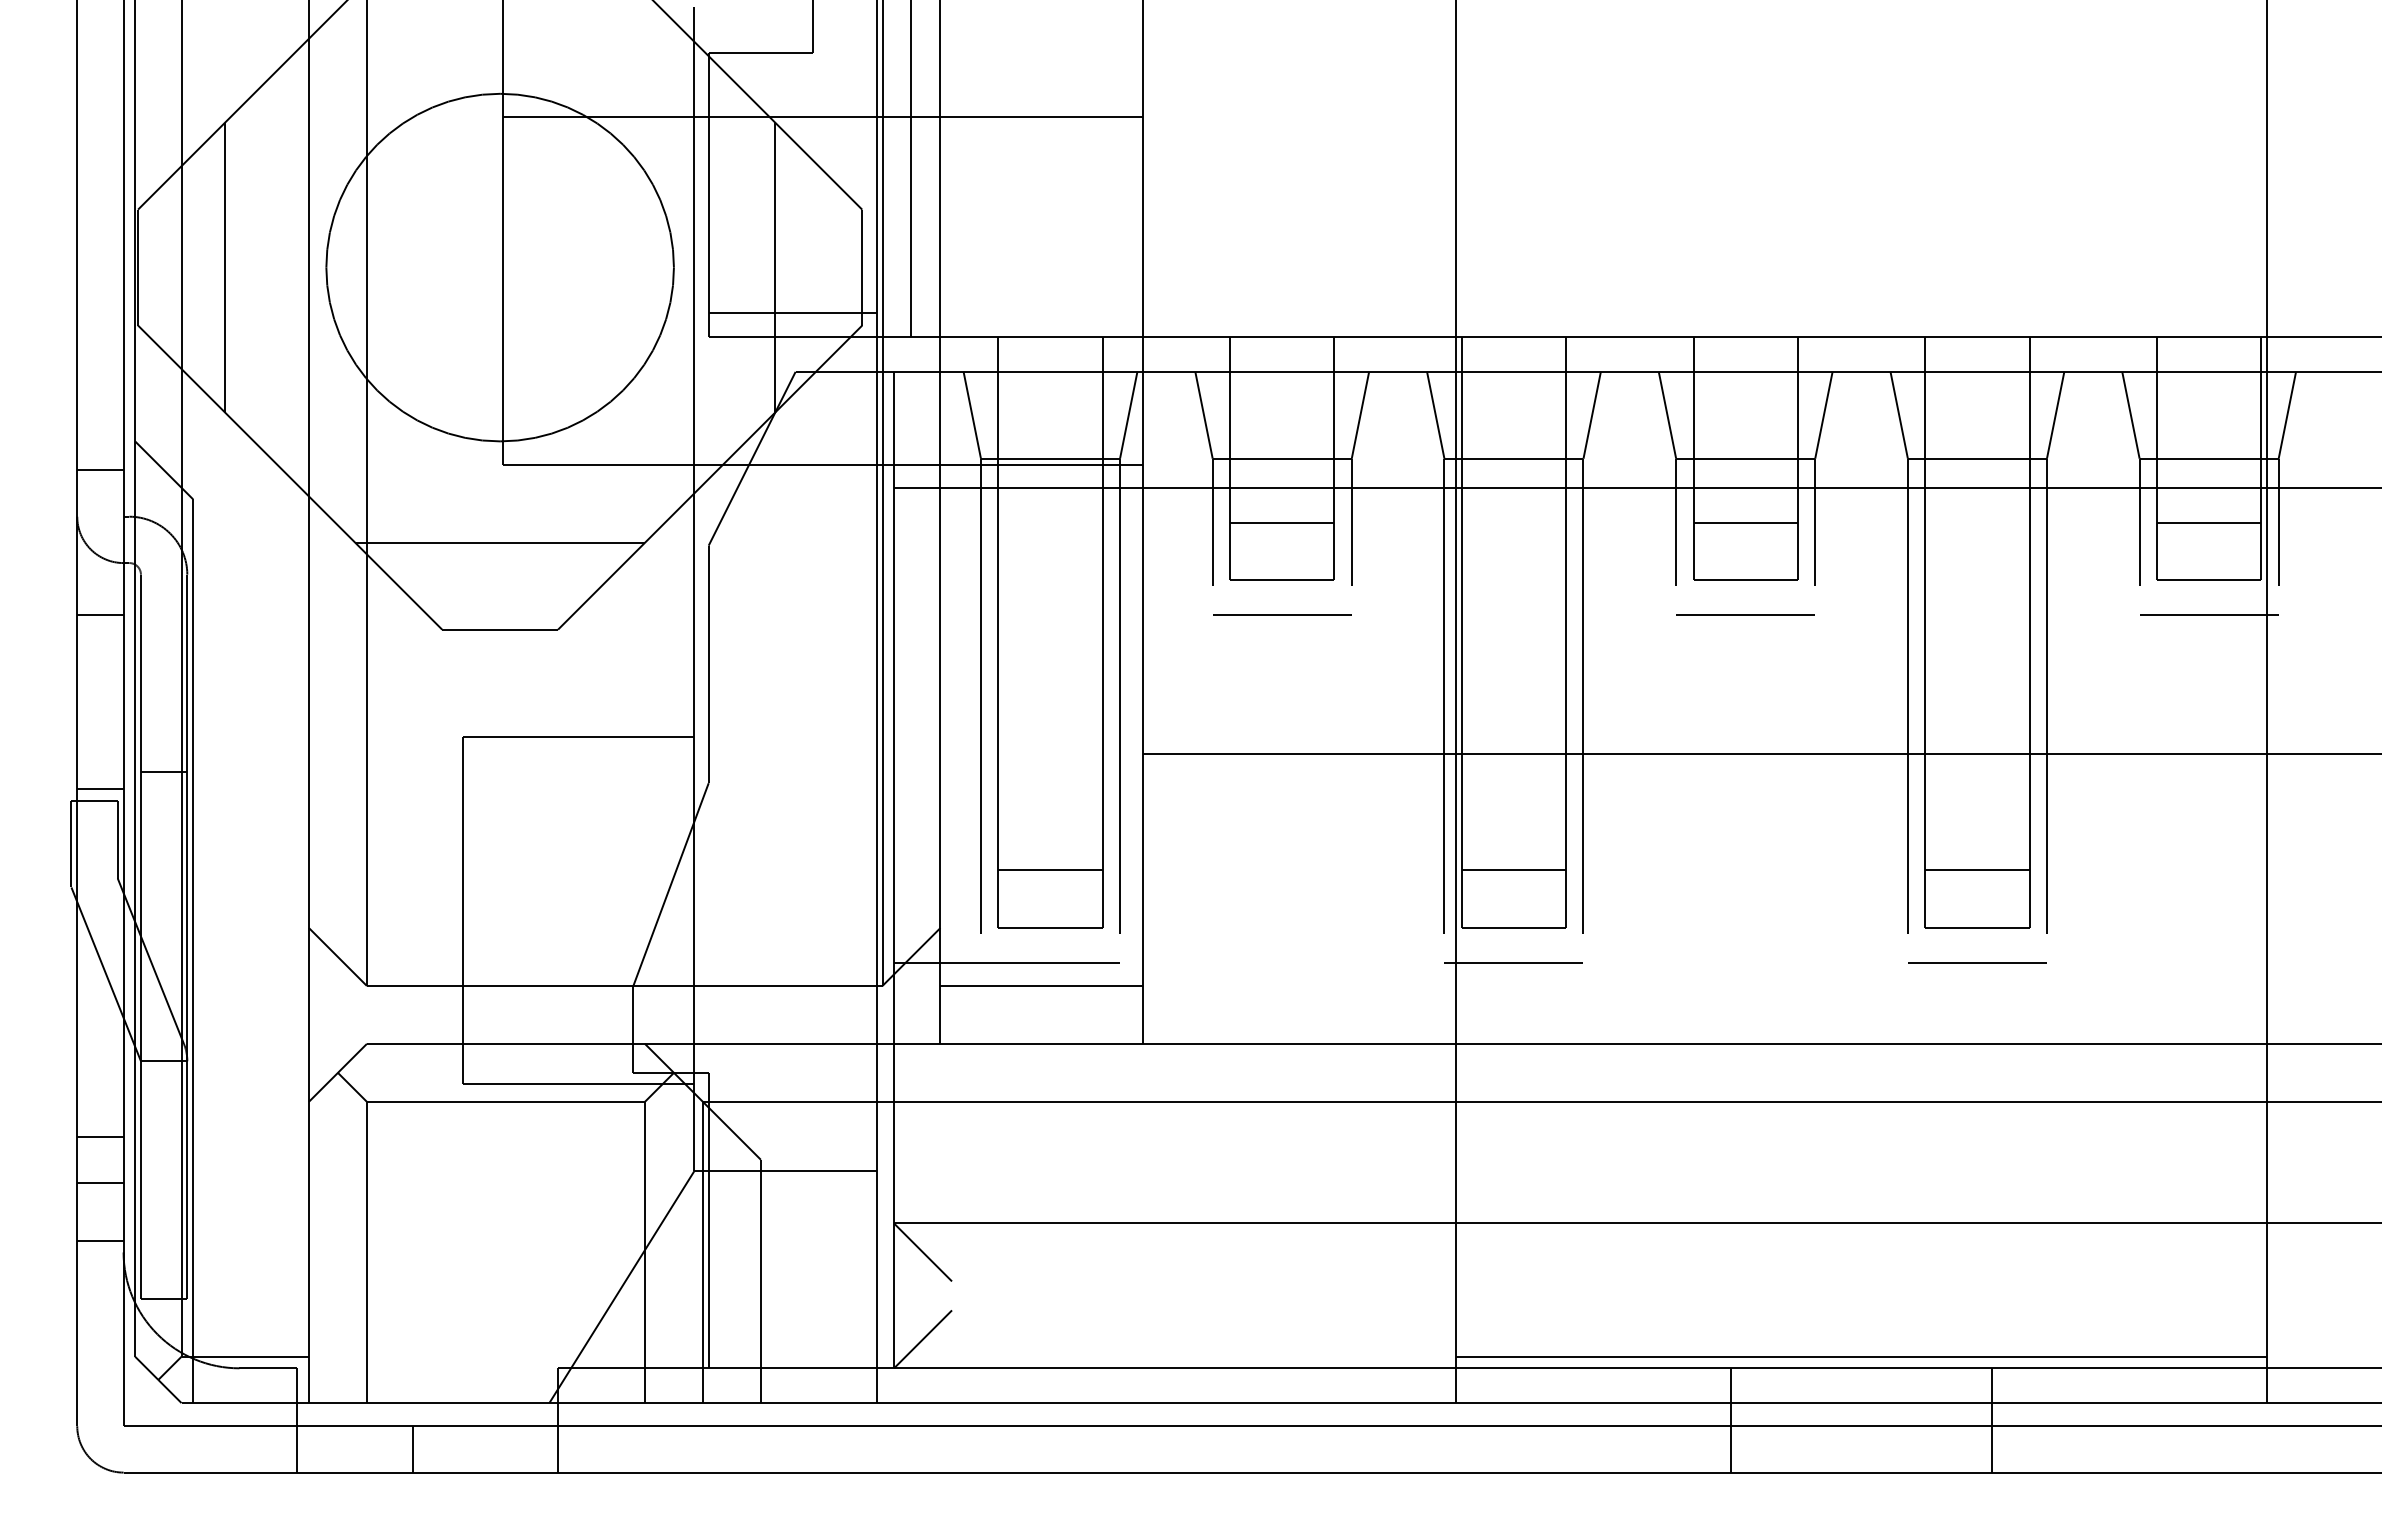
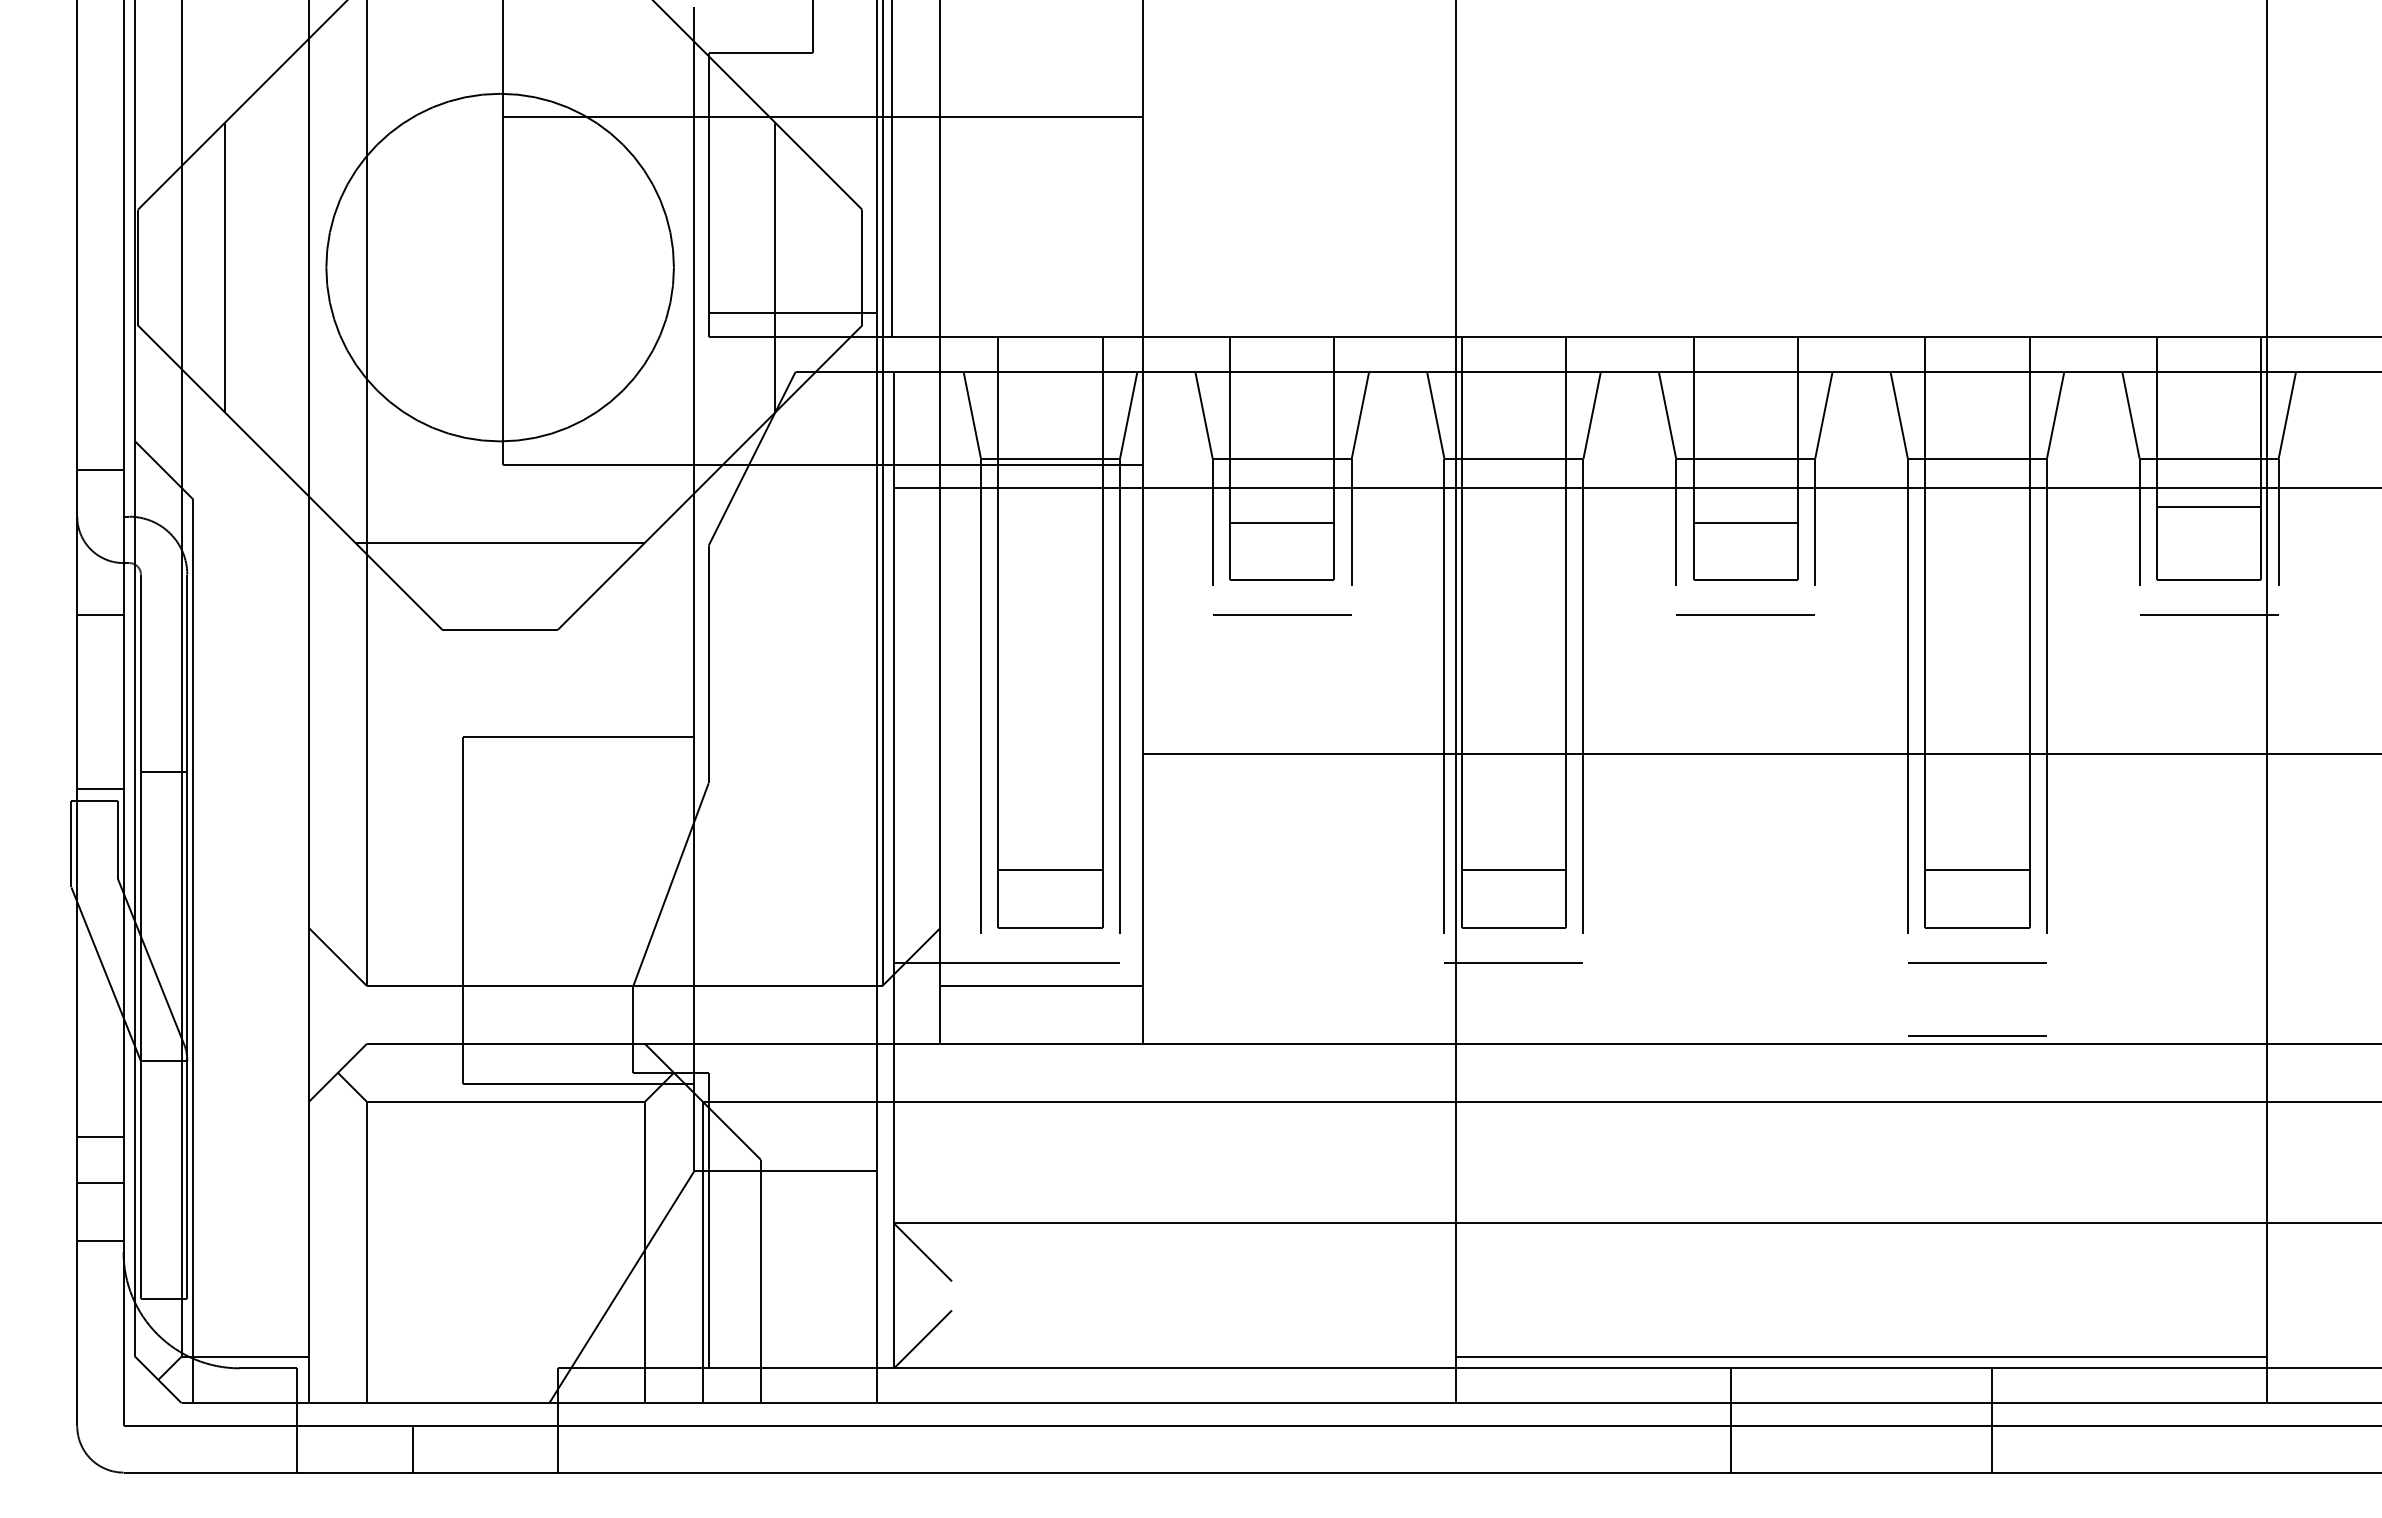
line at (911, 169) position: (911, 169) -> (892, 169)
line at (2209, 522) position: (2209, 522) -> (2209, 506)
line at (1977, 1035): none -> present
